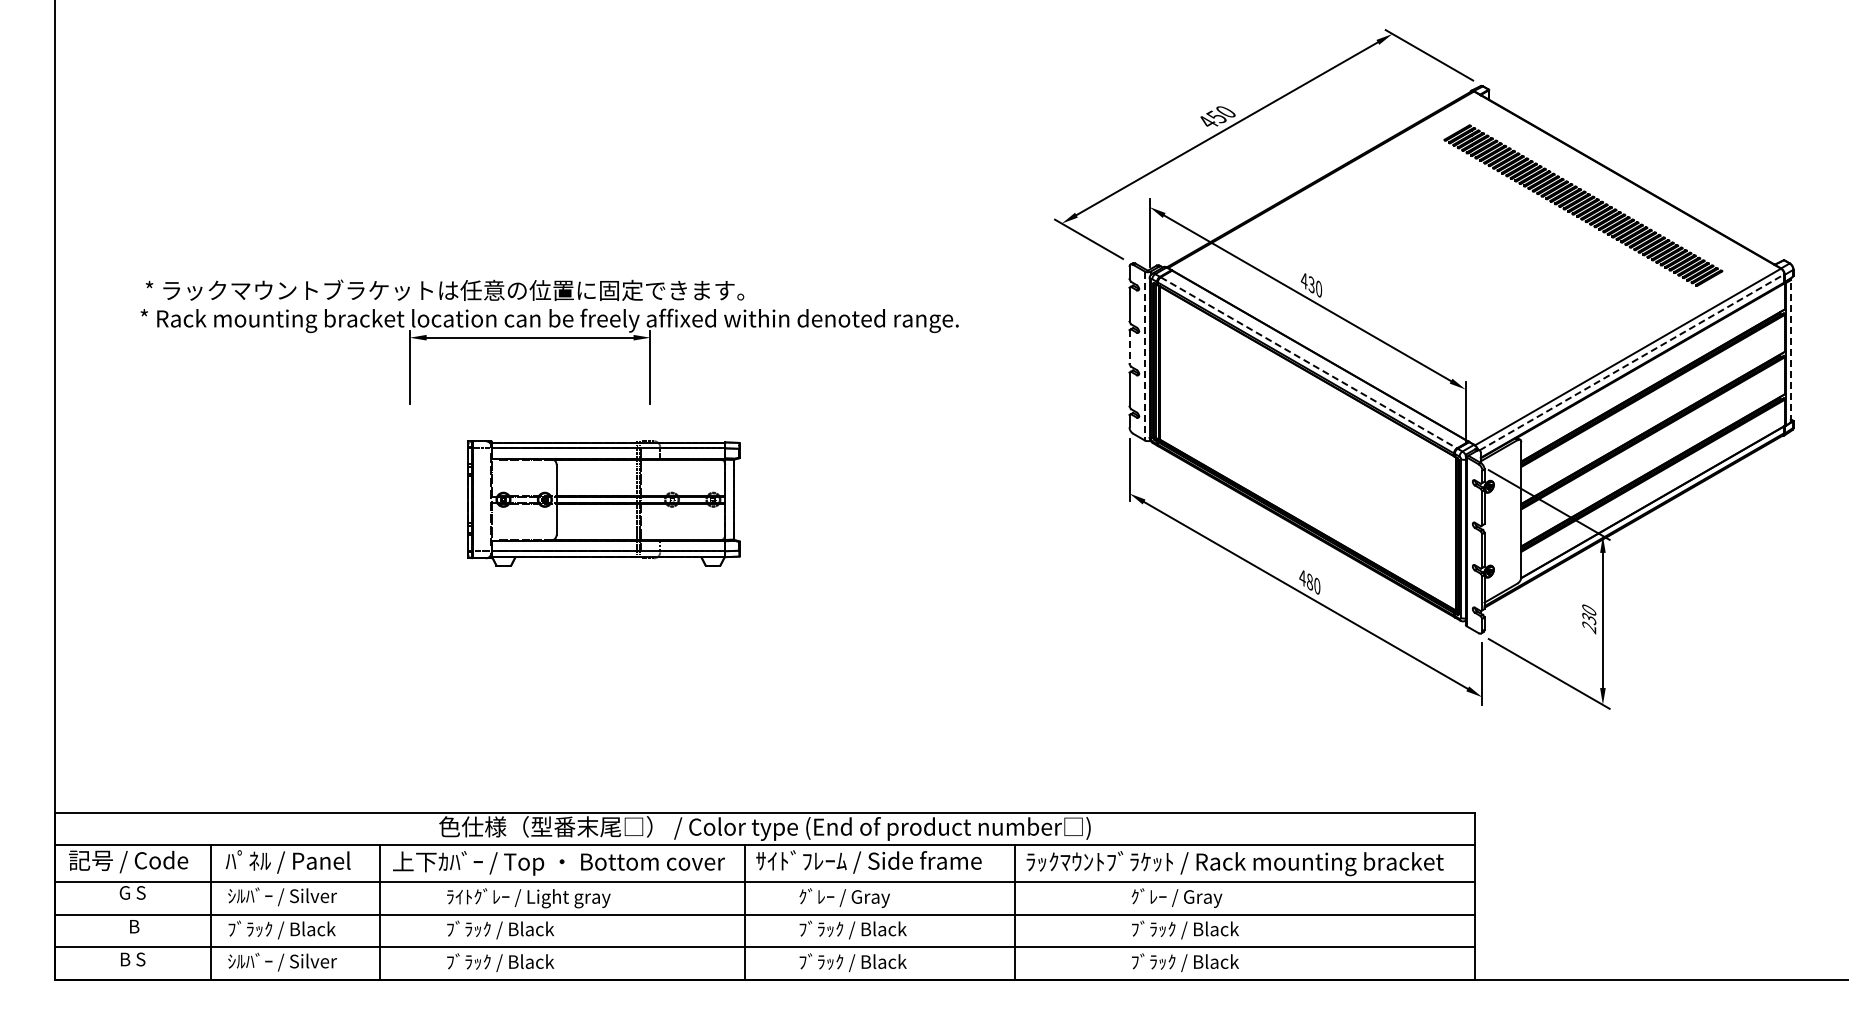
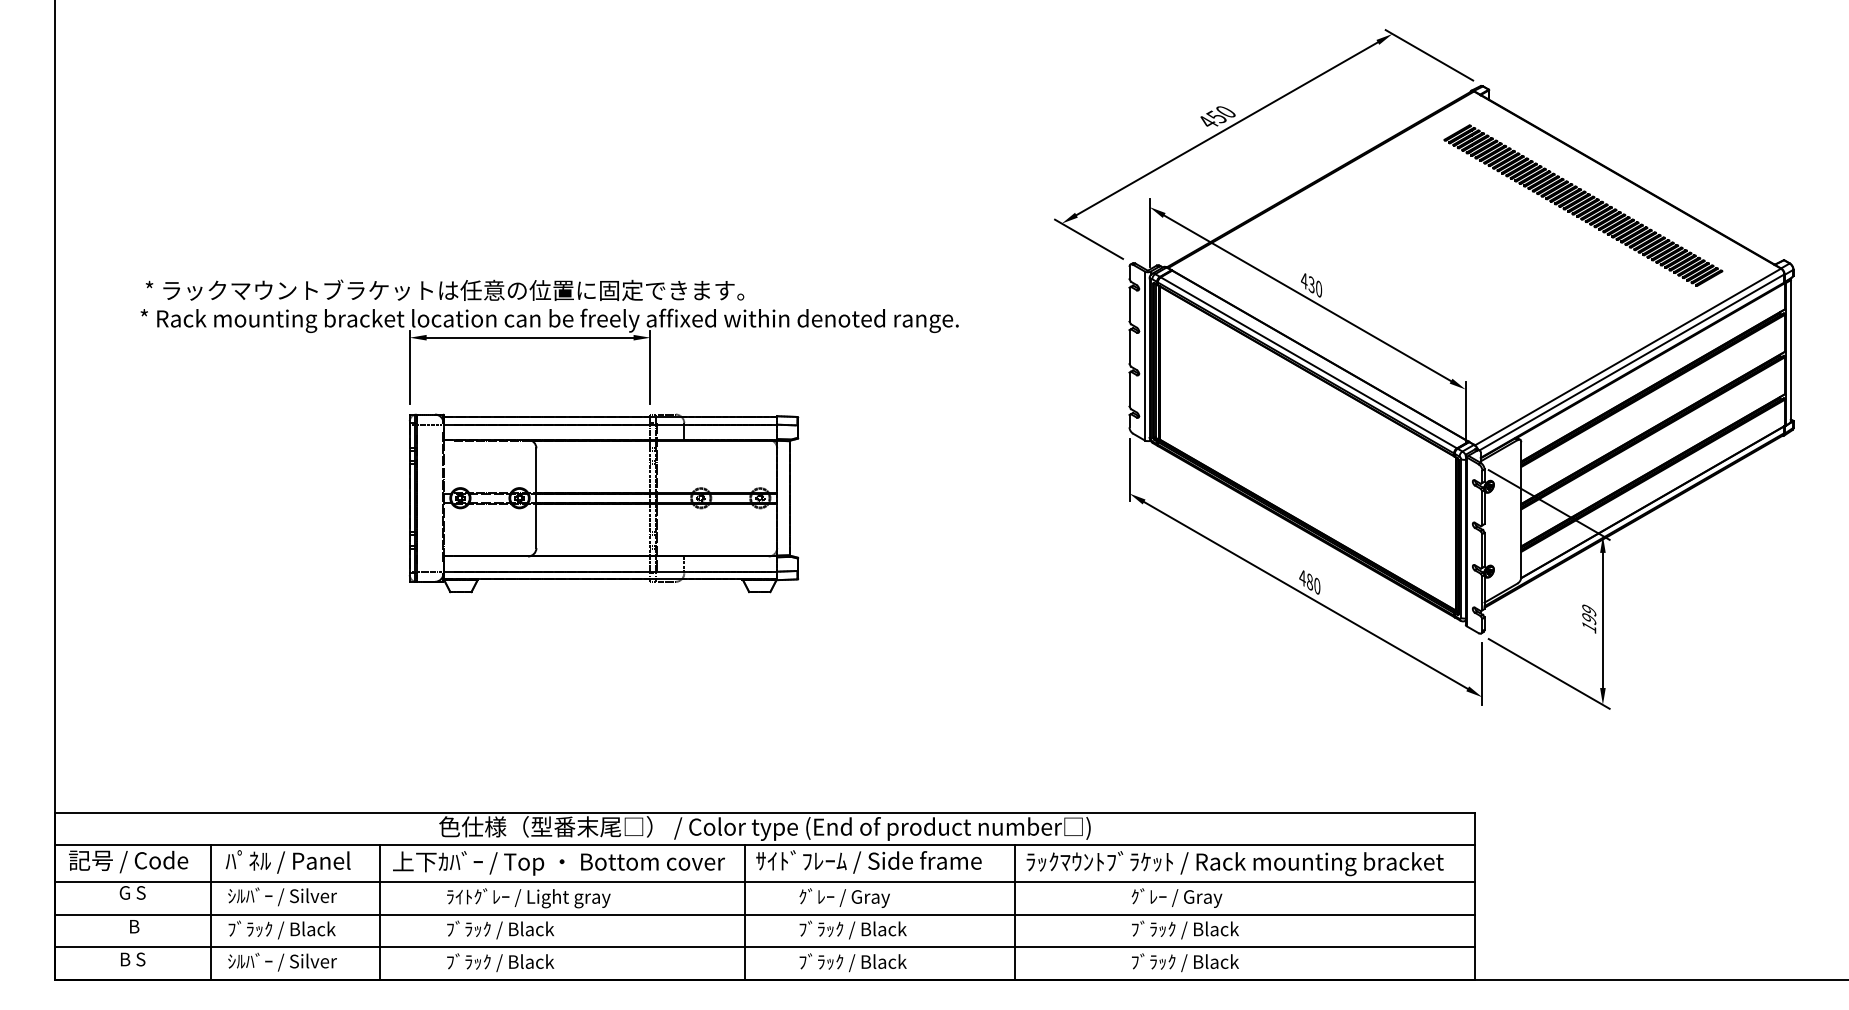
line at (1129, 347): dashed -> solid
line at (1790, 350): dashed -> solid
line at (1144, 356): dashed -> solid
line at (1631, 362): dashed -> solid
line at (1309, 363): dashed -> solid
part at (603, 503) size: 274x127 px -> 392x181 px
text at (1589, 619): 230 -> 199
